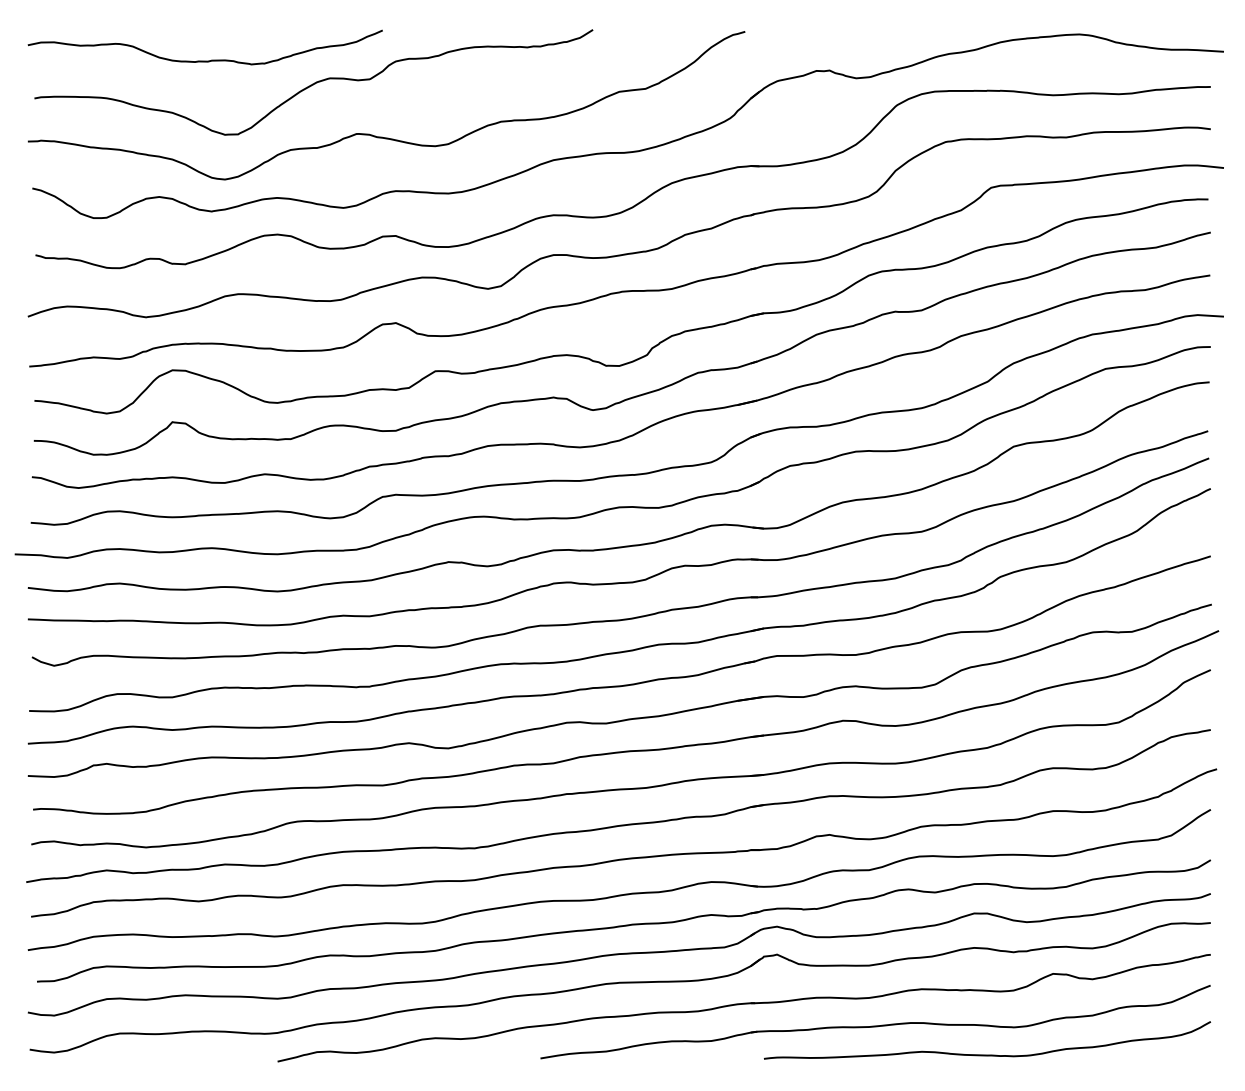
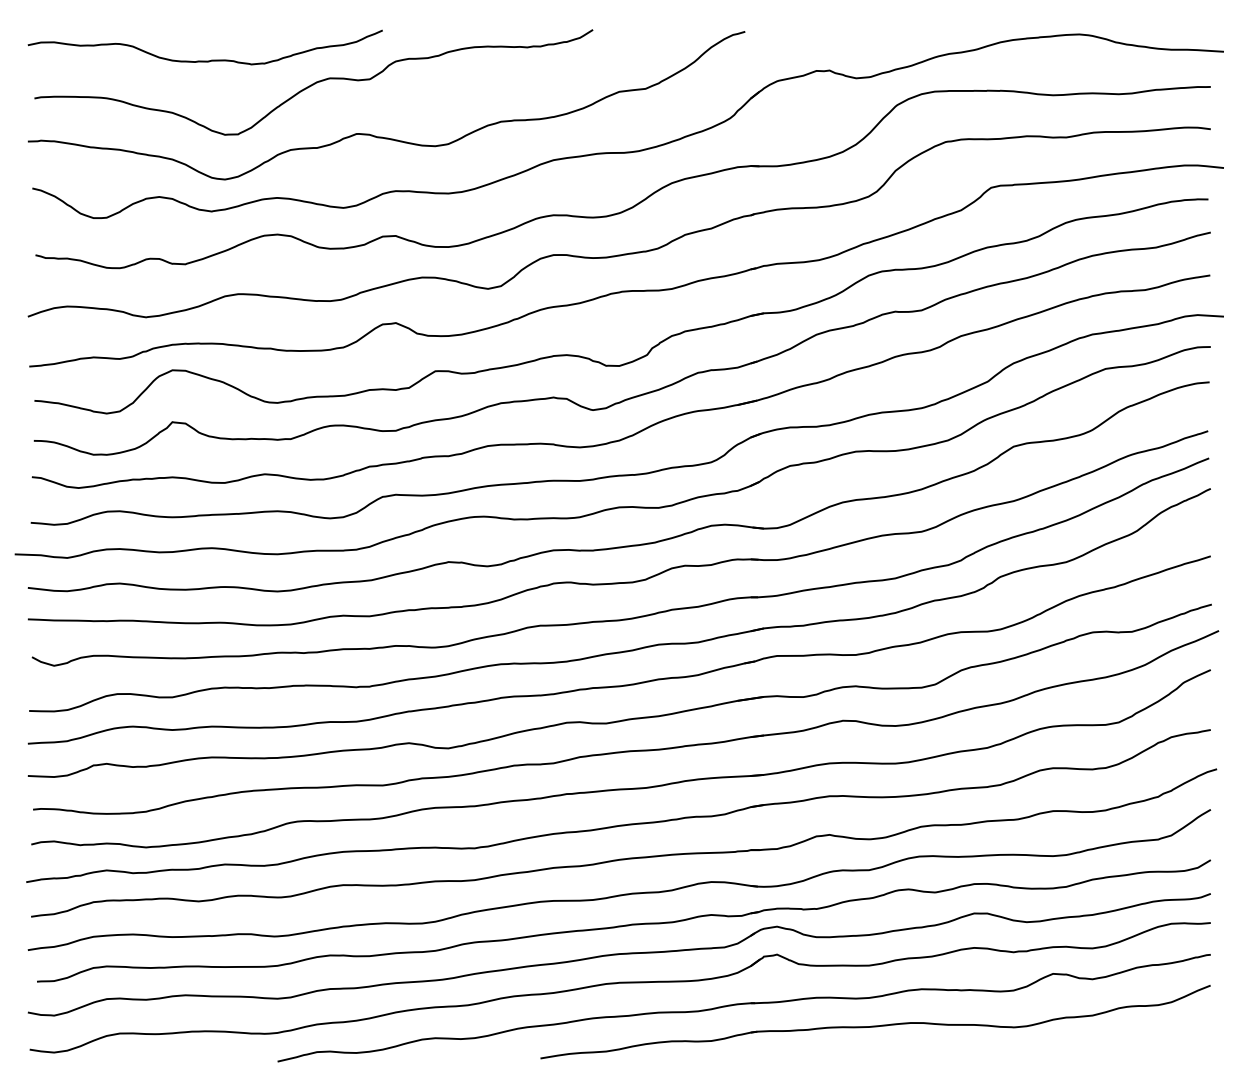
curve at (987, 1054): present -> none
